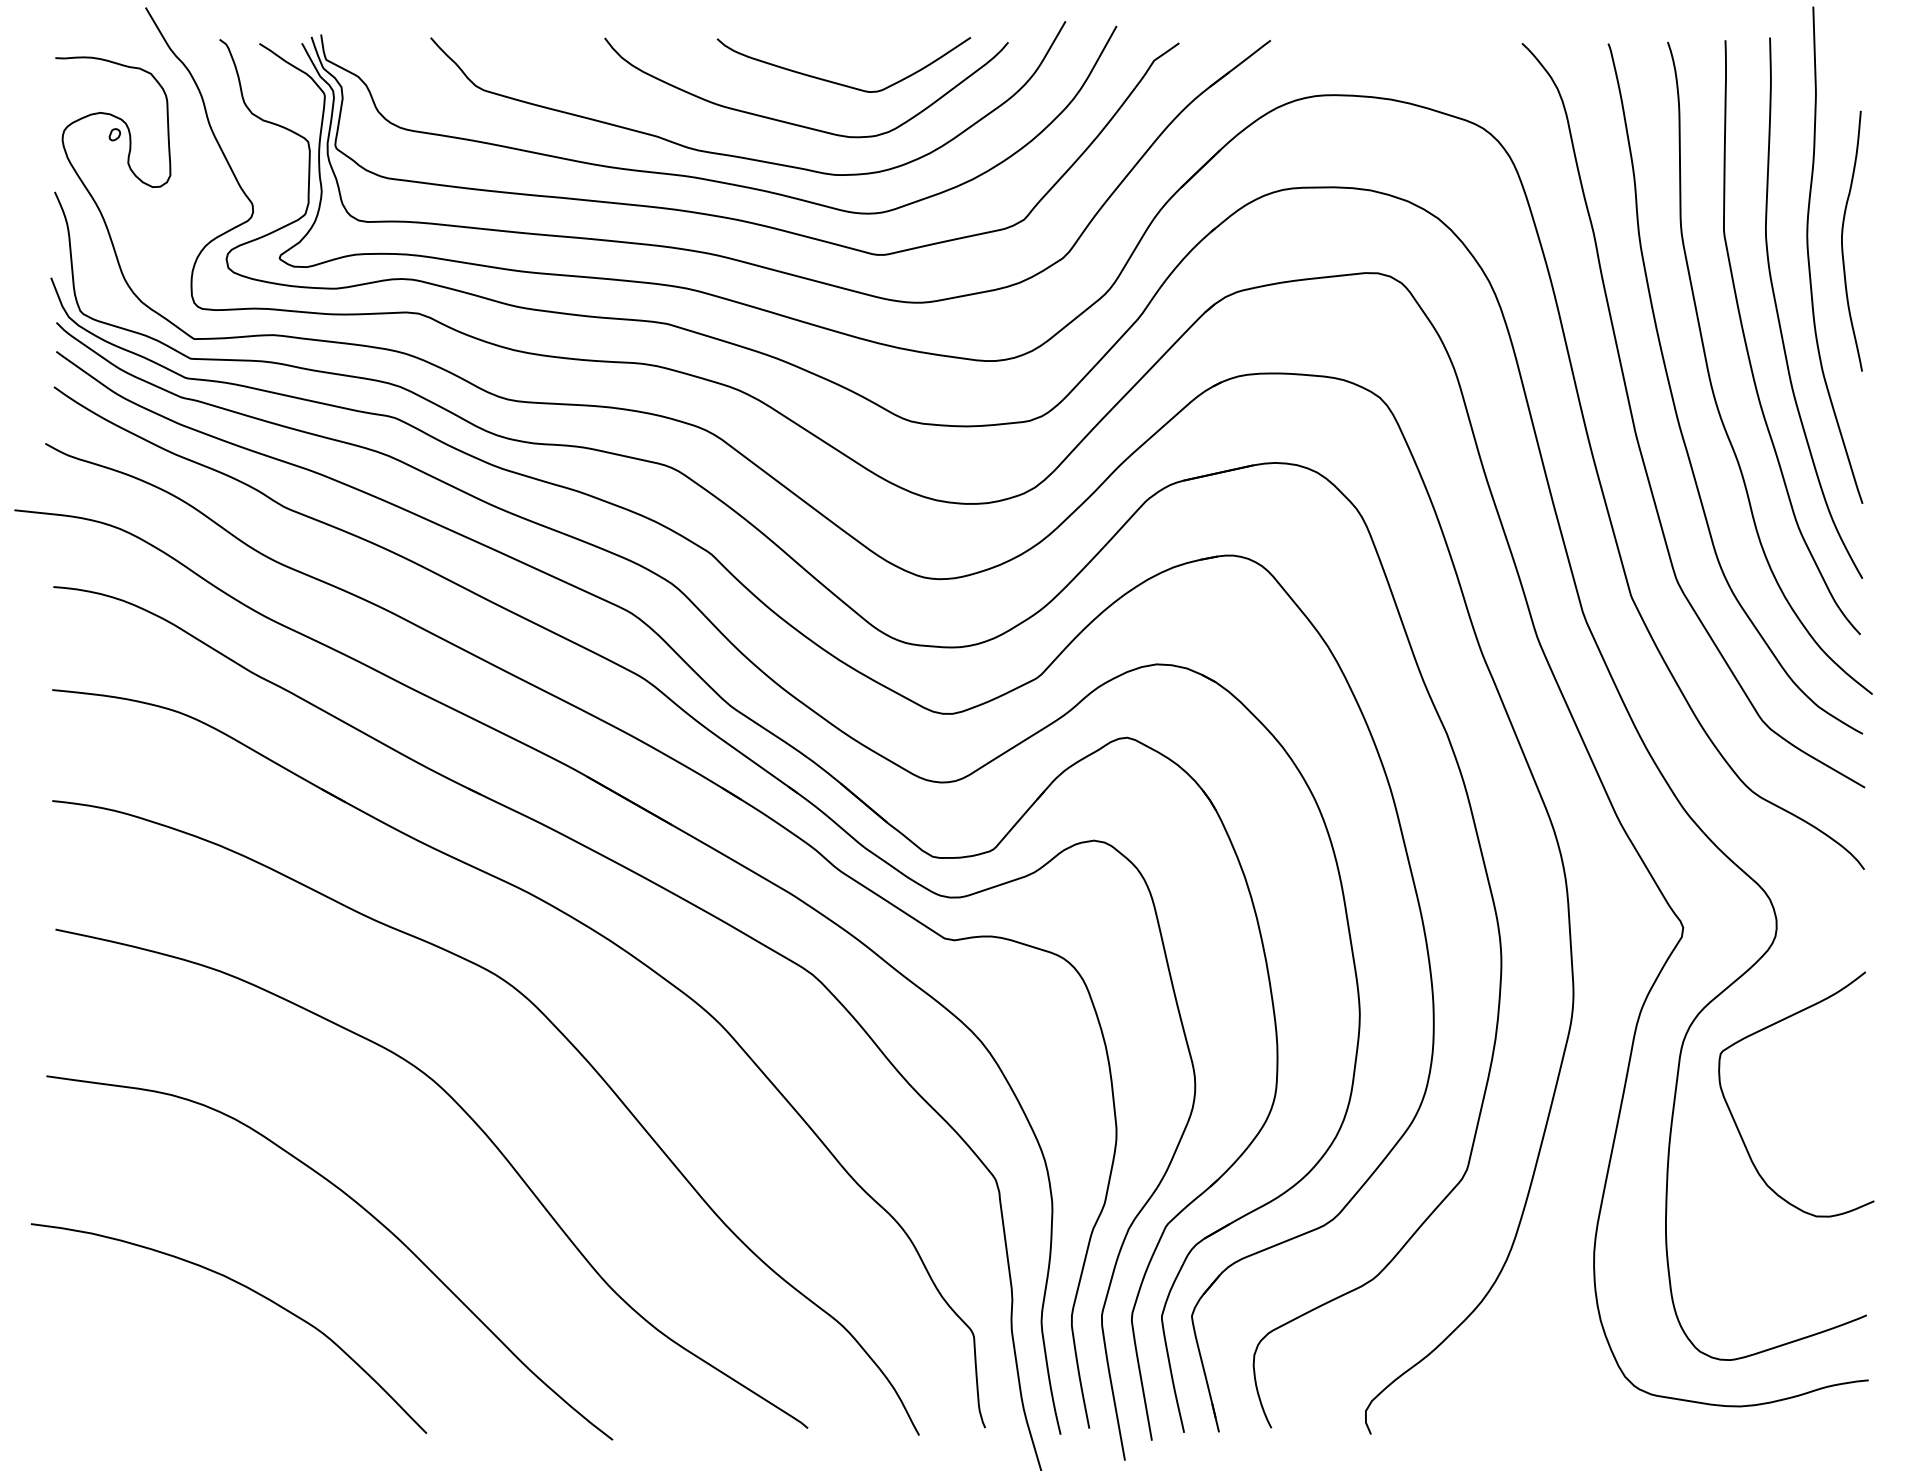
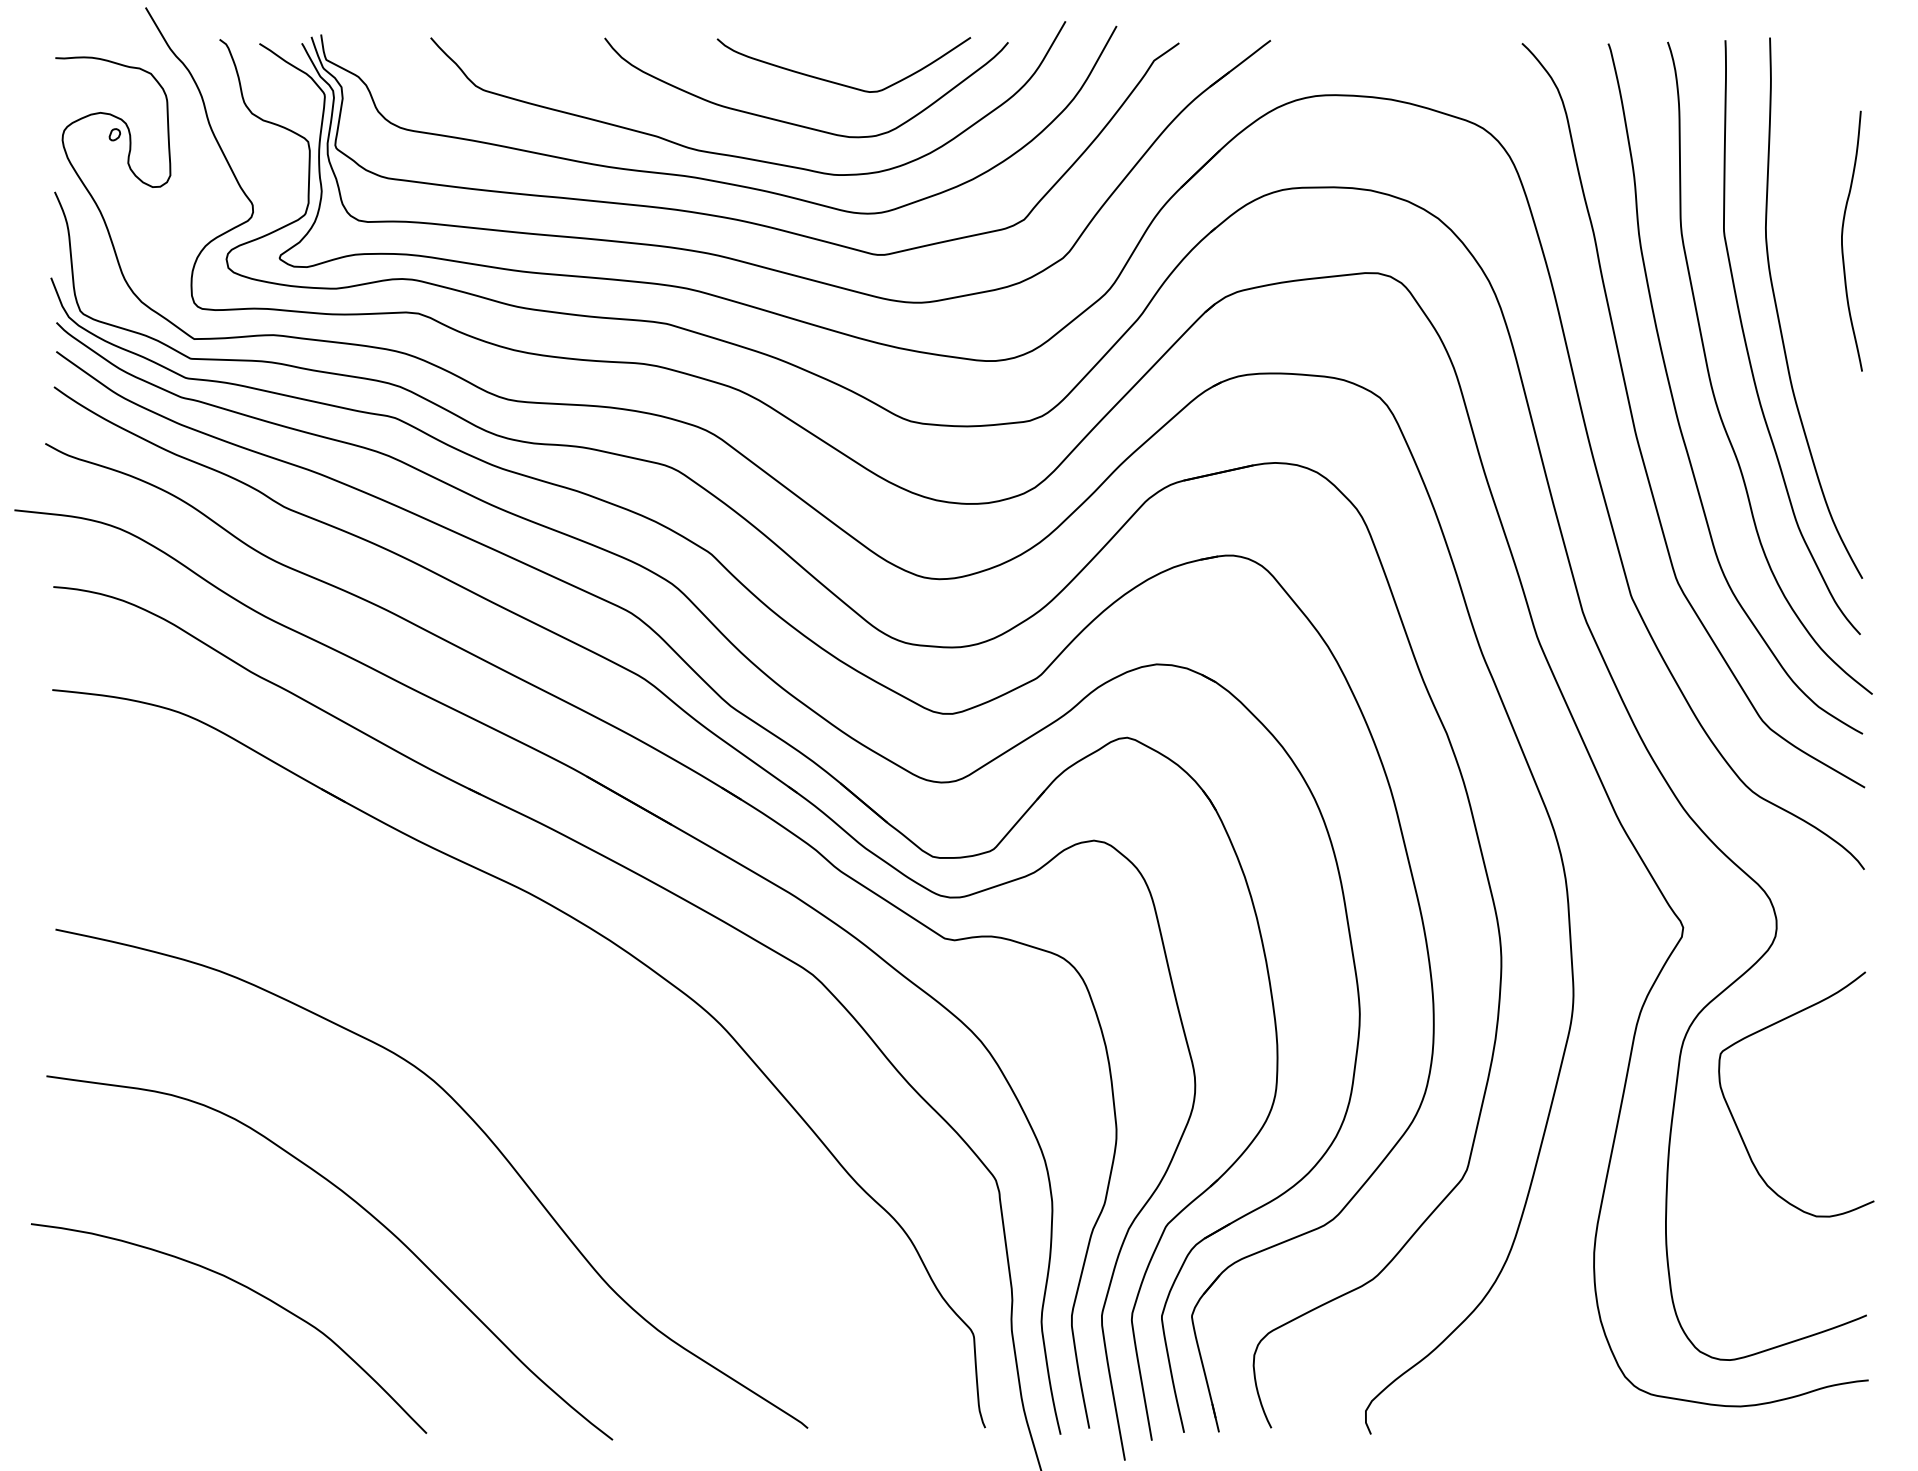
curve at (1809, 255): present -> none
curve at (569, 1043): present -> none
